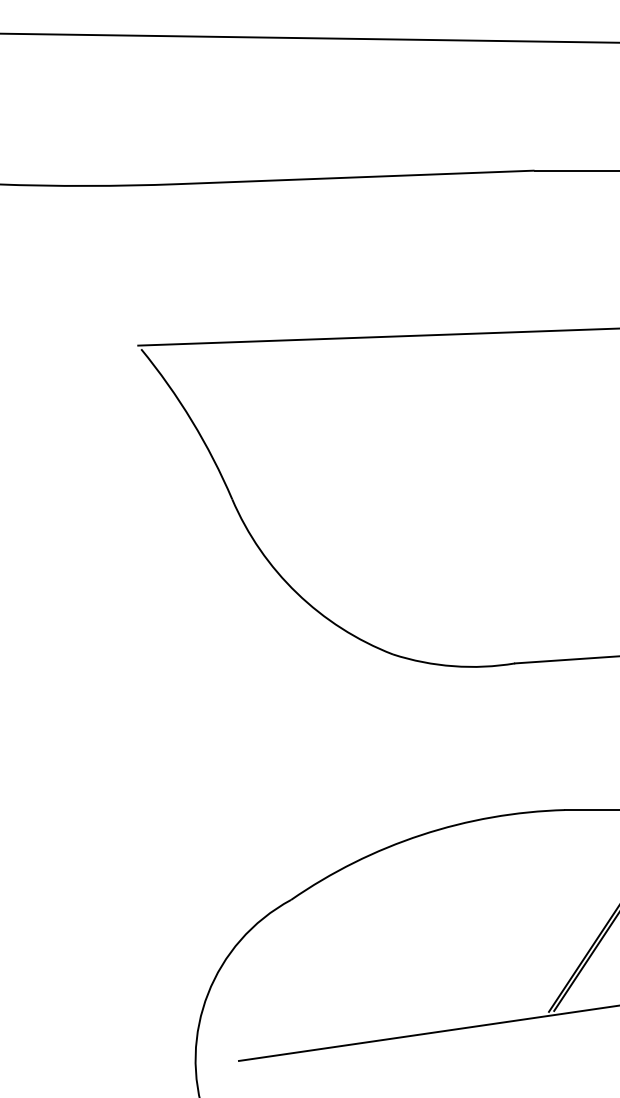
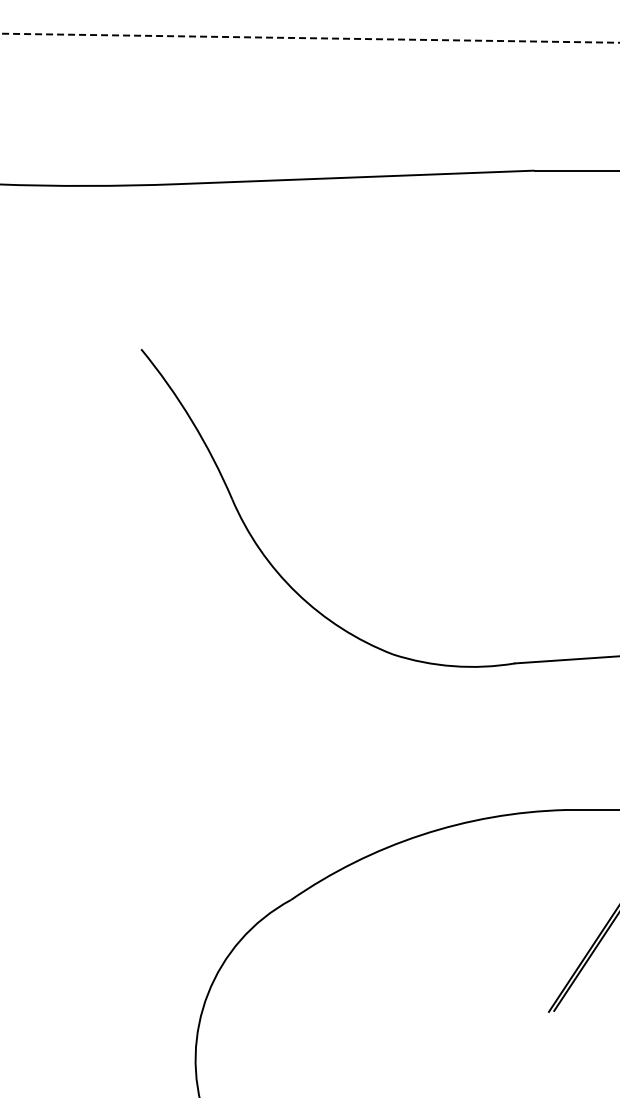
line at (309, 38): solid -> dashed
line at (377, 336): present -> none
line at (427, 1033): present -> none
